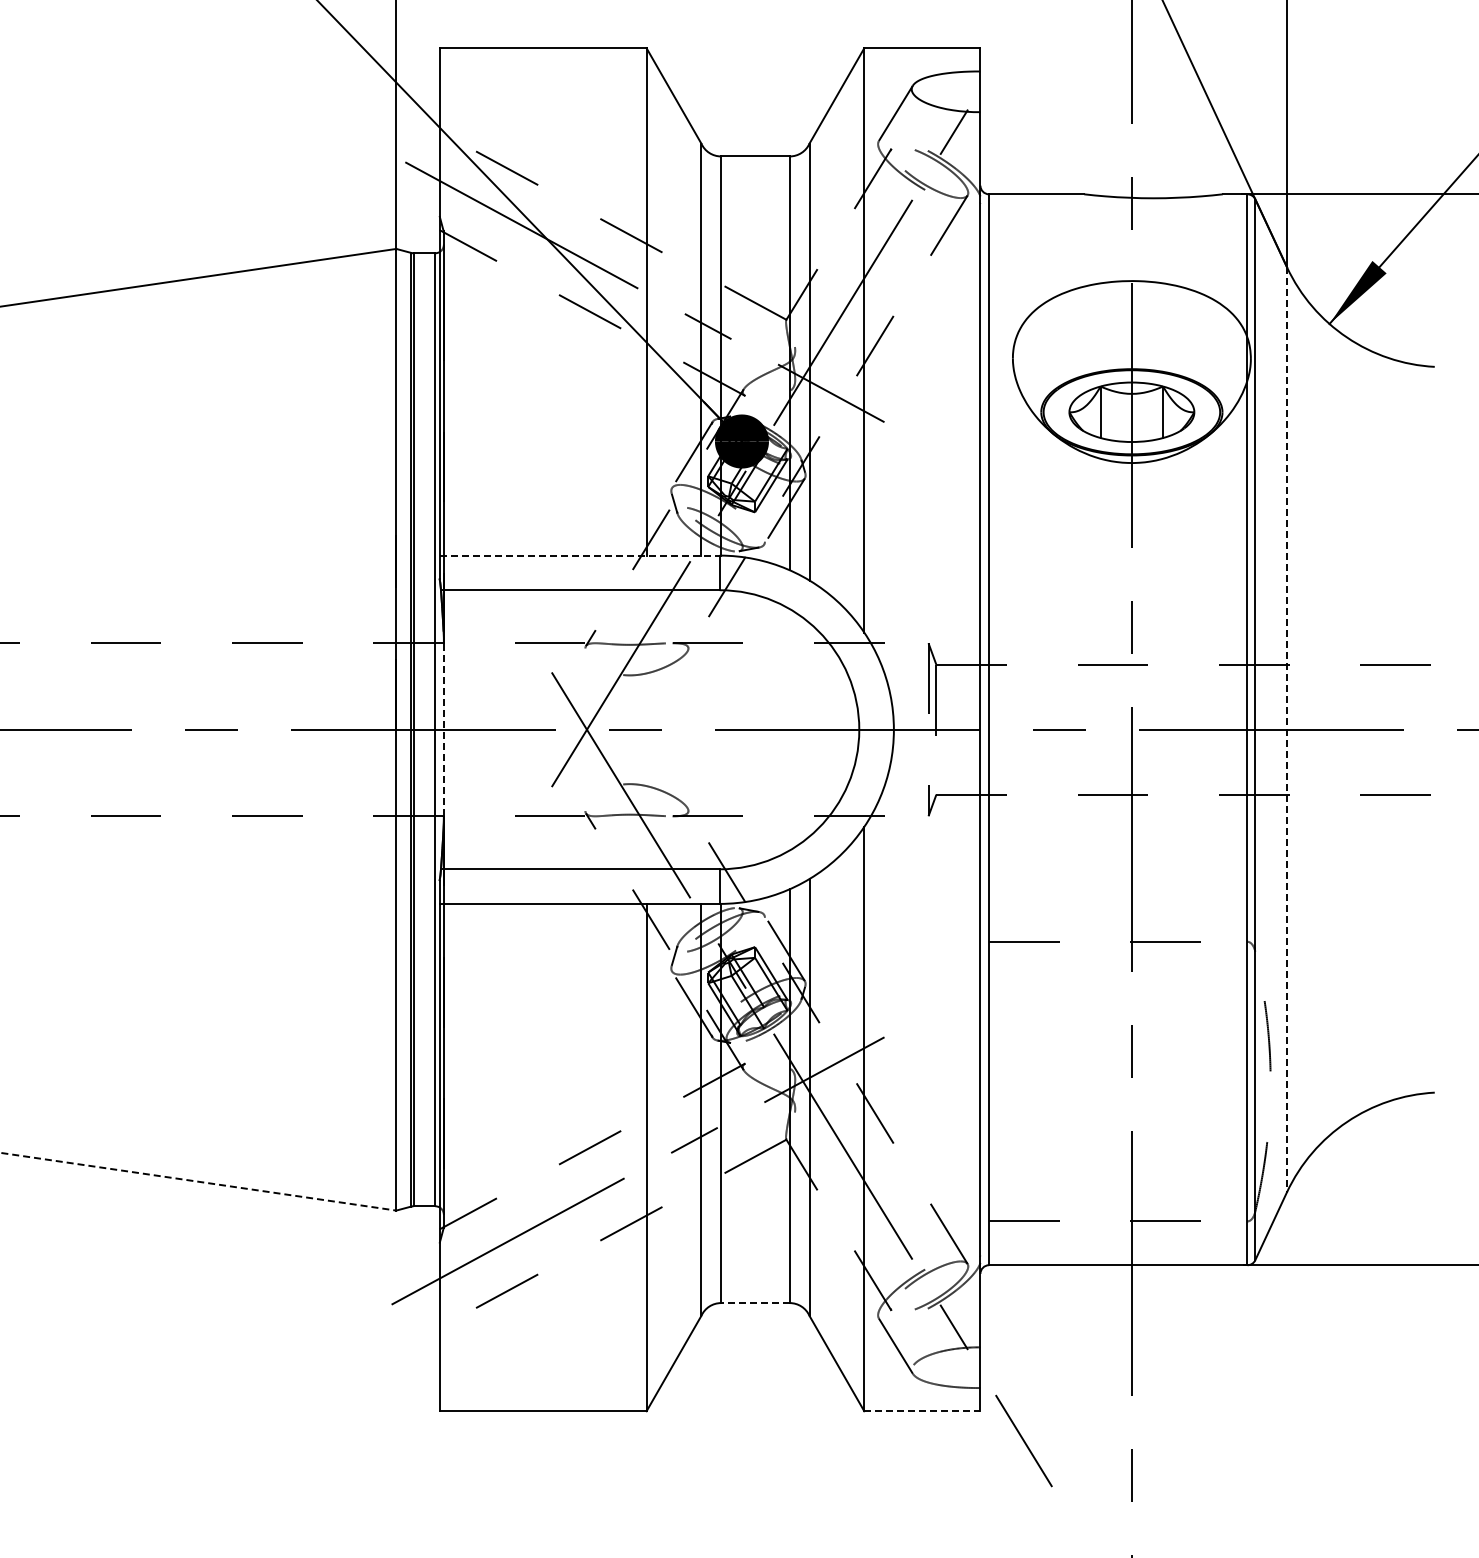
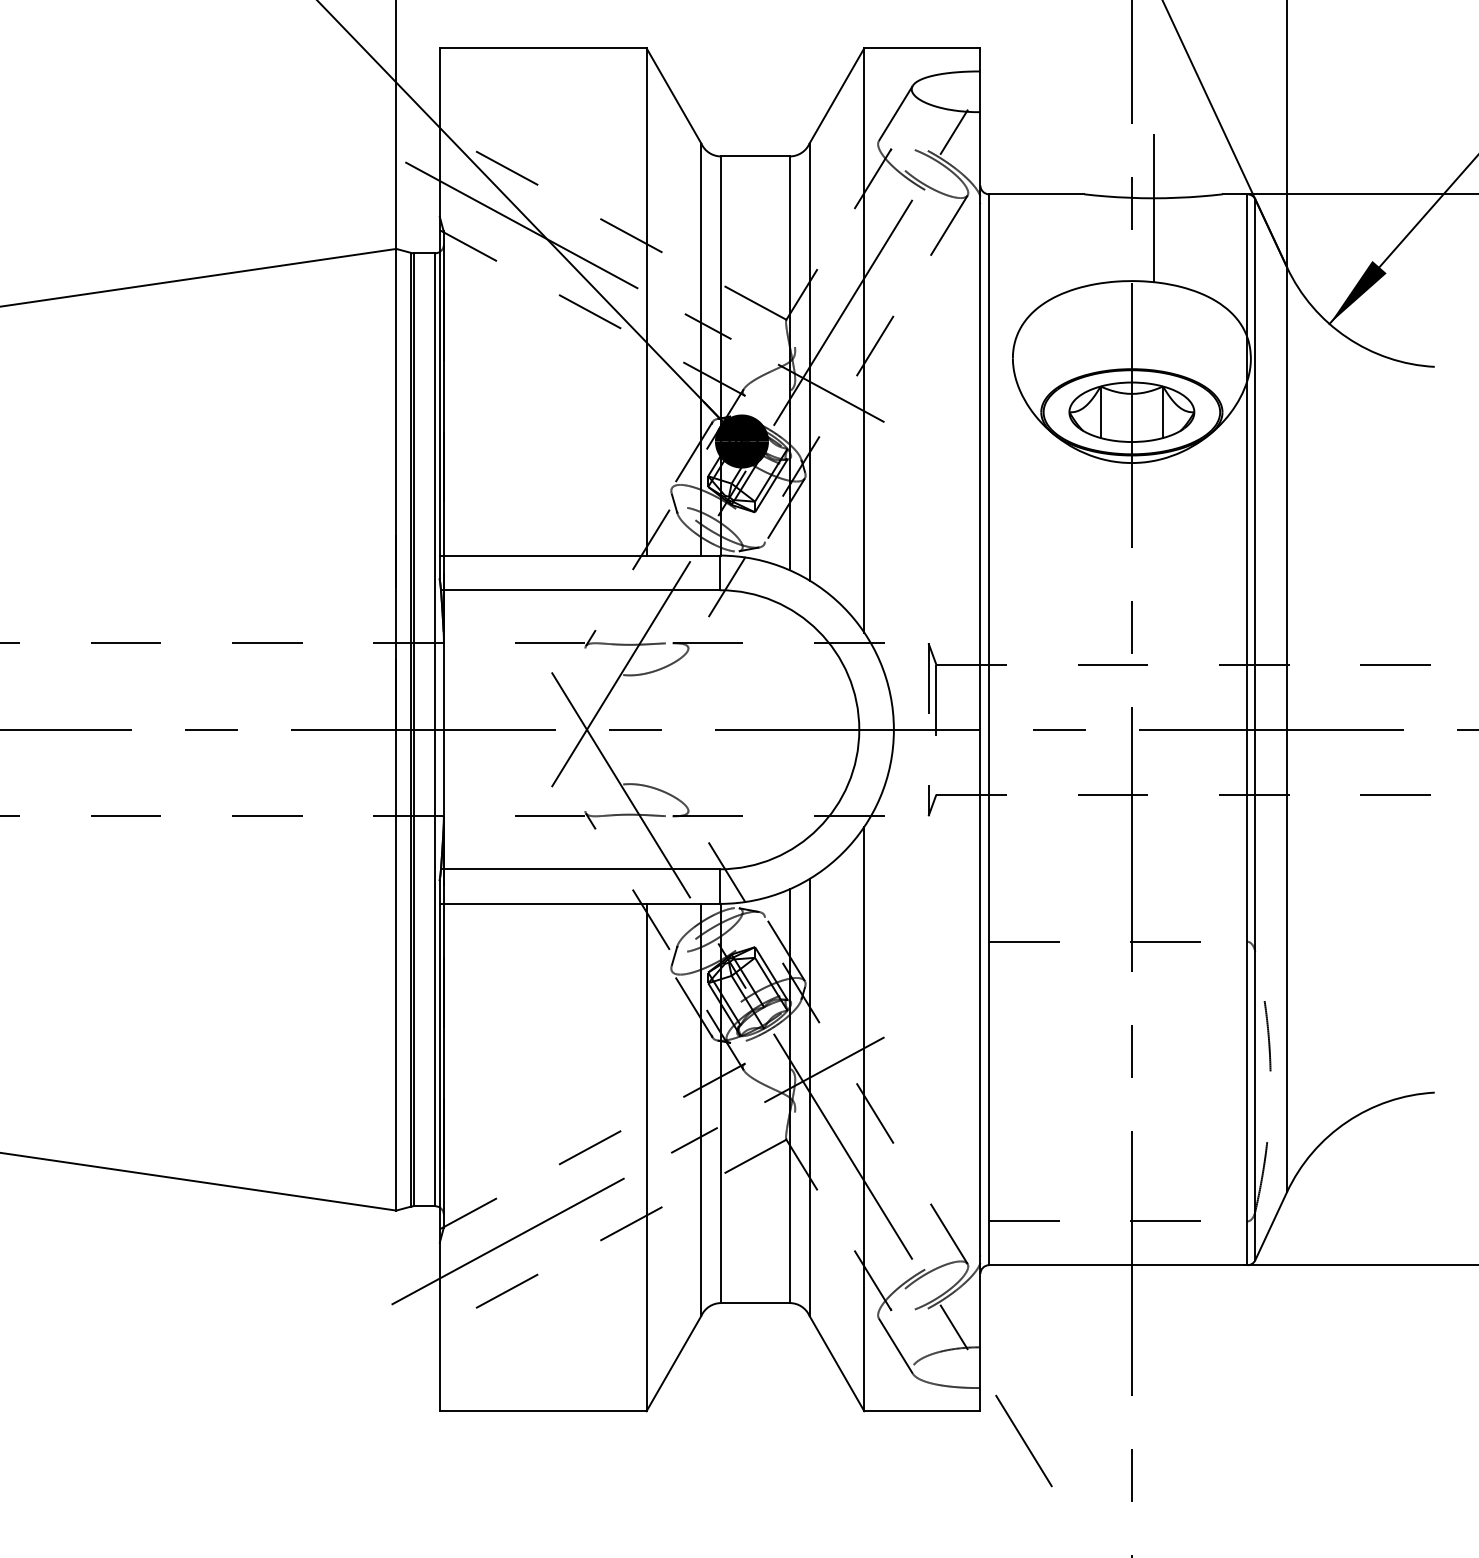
line at (1153, 207): none -> present
line at (580, 555): dashed -> solid
line at (443, 729): dashed -> solid
line at (1286, 729): dashed -> solid
line at (198, 1181): dashed -> solid
line at (754, 1303): dashed -> solid
line at (922, 1411): dashed -> solid
